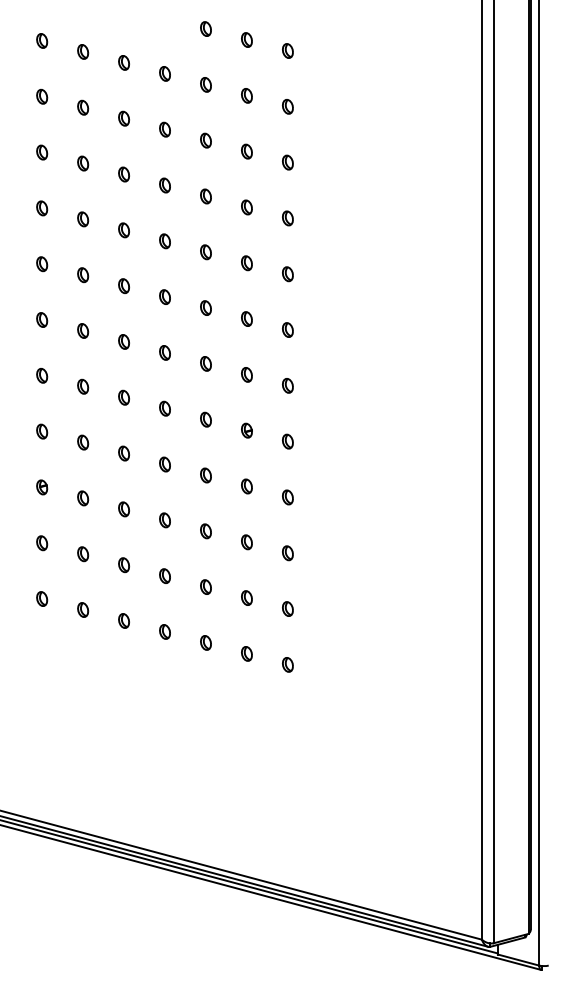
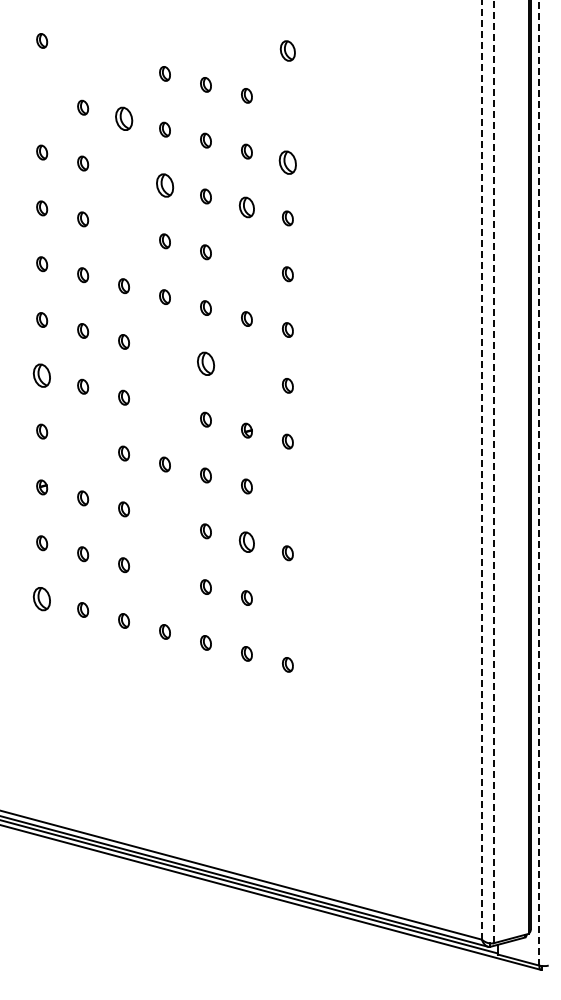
part at (205, 28): present -> none
part at (246, 39): present -> none
part at (287, 50) size: 12x16 px -> 17x22 px
part at (83, 51): present -> none
part at (123, 62): present -> none
part at (42, 96): present -> none
part at (287, 106): present -> none
part at (123, 118) size: 12x17 px -> 19x25 px
part at (287, 162) size: 12x17 px -> 19x25 px
part at (123, 174): present -> none
part at (164, 185) size: 12x17 px -> 19x25 px
part at (246, 207) size: 12x17 px -> 17x23 px
part at (123, 230): present -> none
part at (246, 263): present -> none
part at (164, 352): present -> none
part at (205, 363) size: 12x16 px -> 18x25 px
part at (246, 374): present -> none
part at (42, 375) size: 13x16 px -> 19x25 px
part at (164, 408): present -> none
part at (83, 442): present -> none
line at (481, 469): solid -> dashed
line at (493, 471): solid -> dashed
line at (539, 482): solid -> dashed
part at (287, 497): present -> none
part at (164, 520): present -> none
part at (246, 542) size: 12x17 px -> 17x22 px
part at (164, 575): present -> none
part at (42, 598) size: 13x16 px -> 19x25 px
part at (287, 608): present -> none
